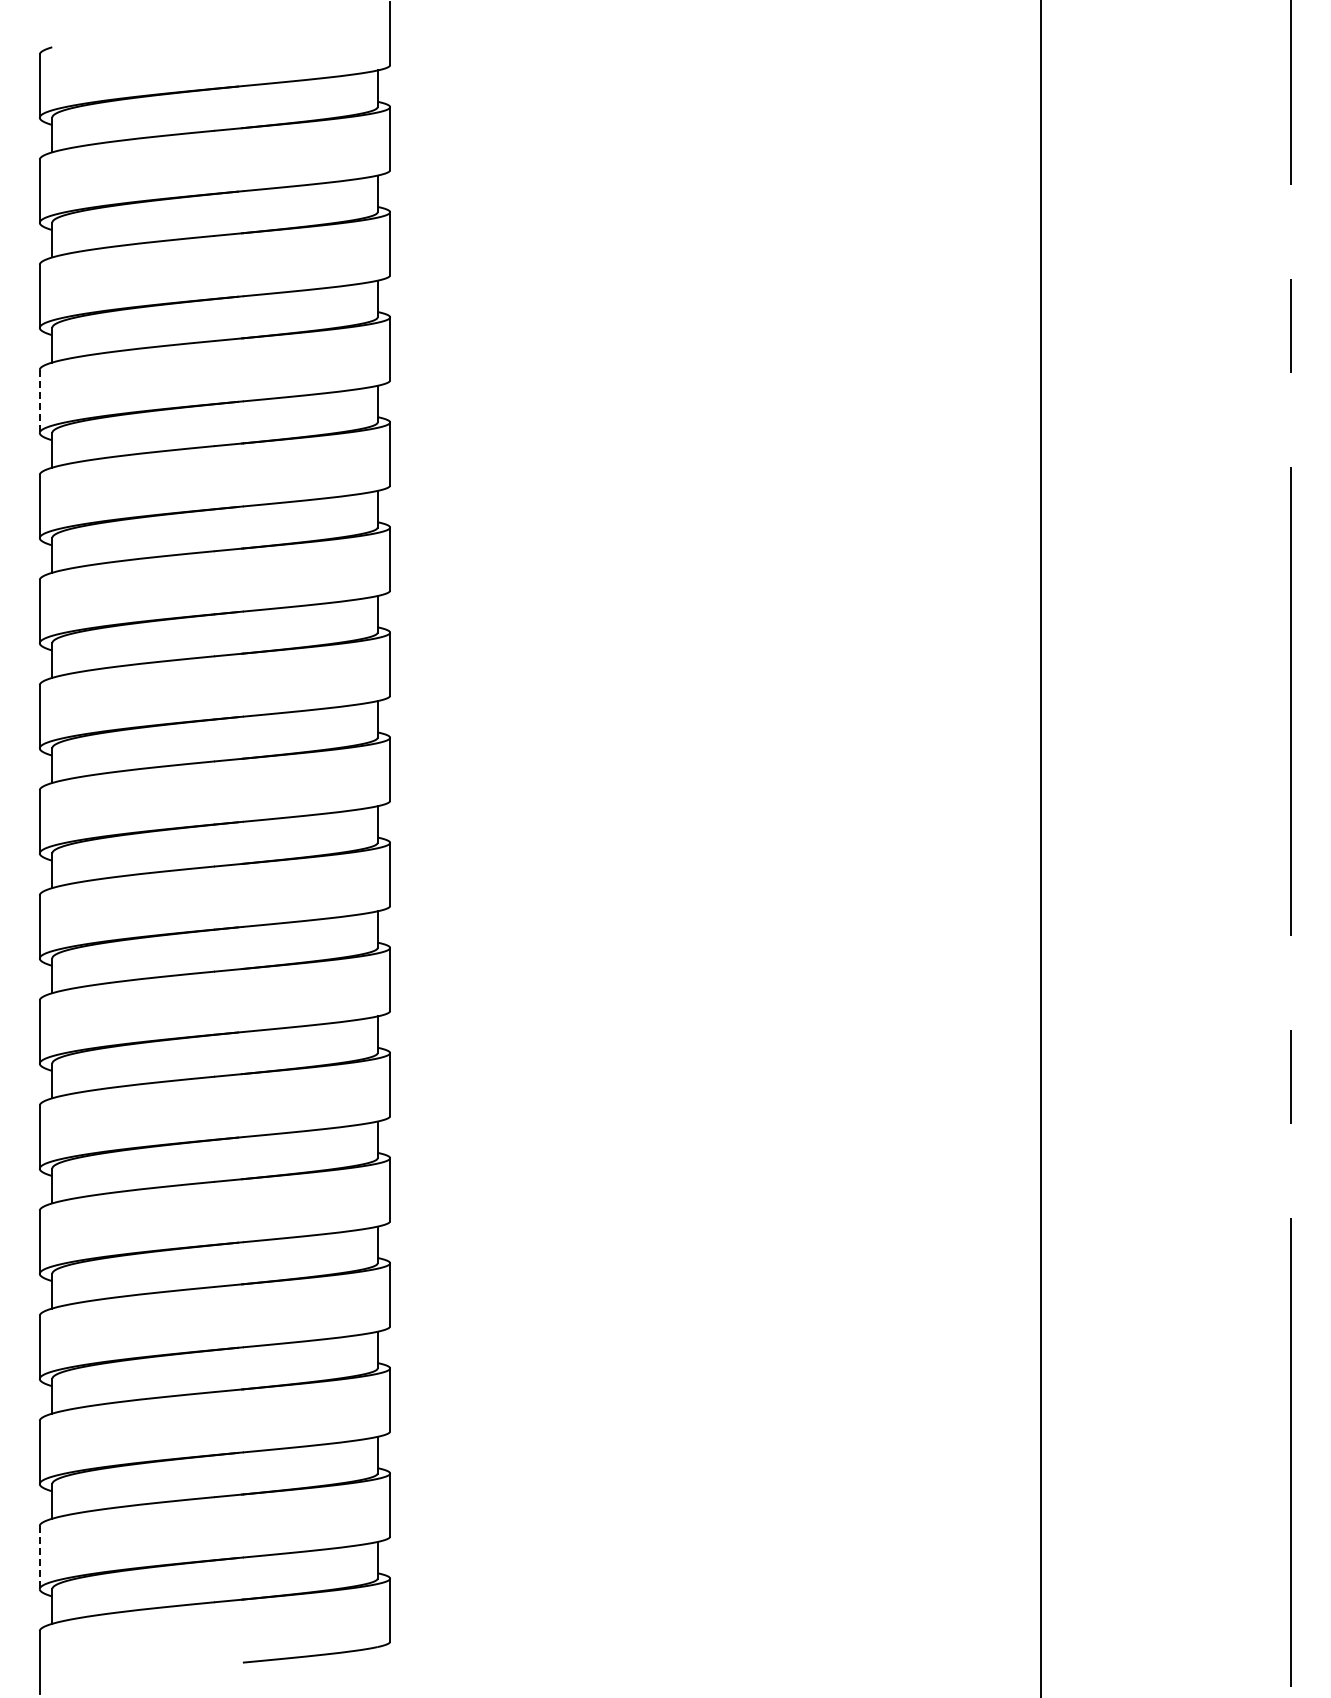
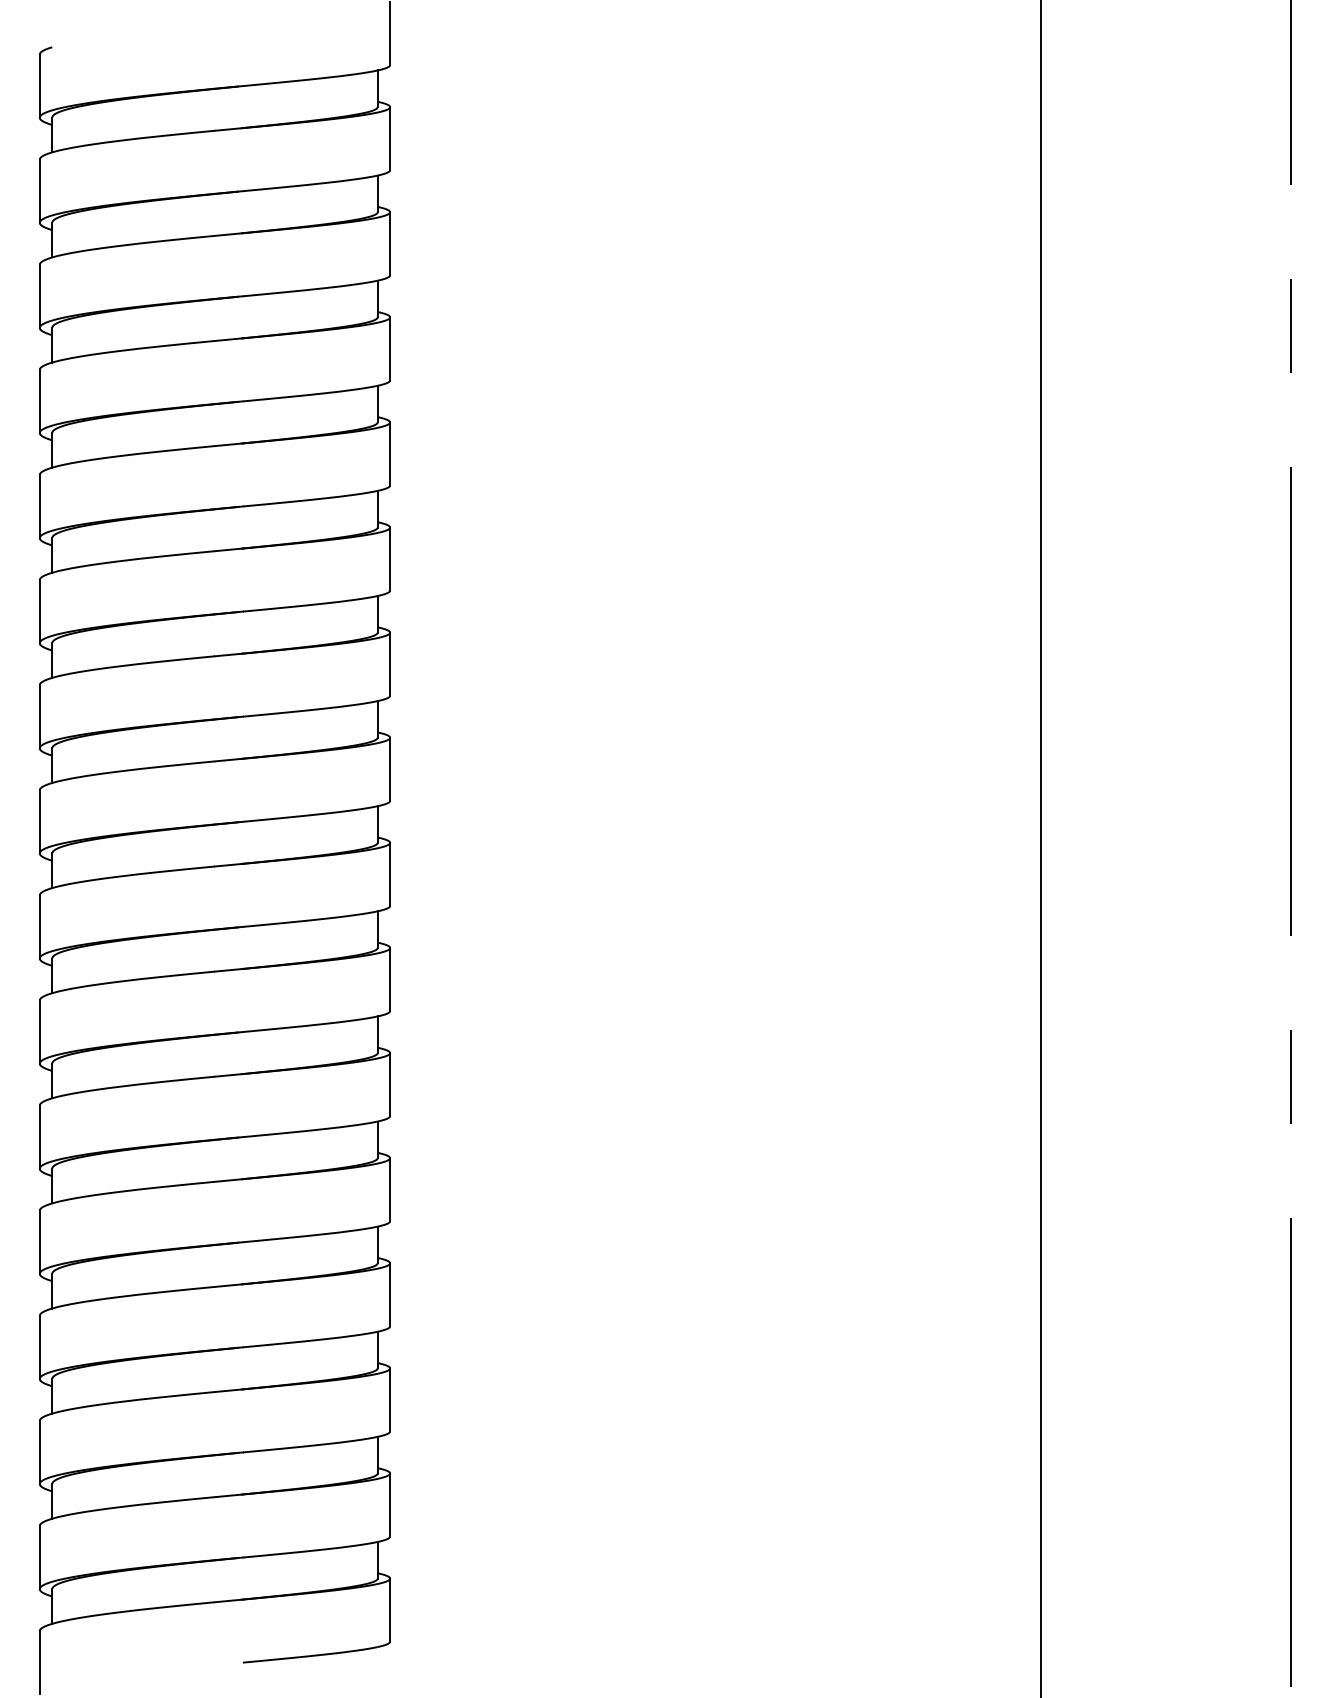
line at (39, 401): dashed -> solid
line at (39, 1557): dashed -> solid
